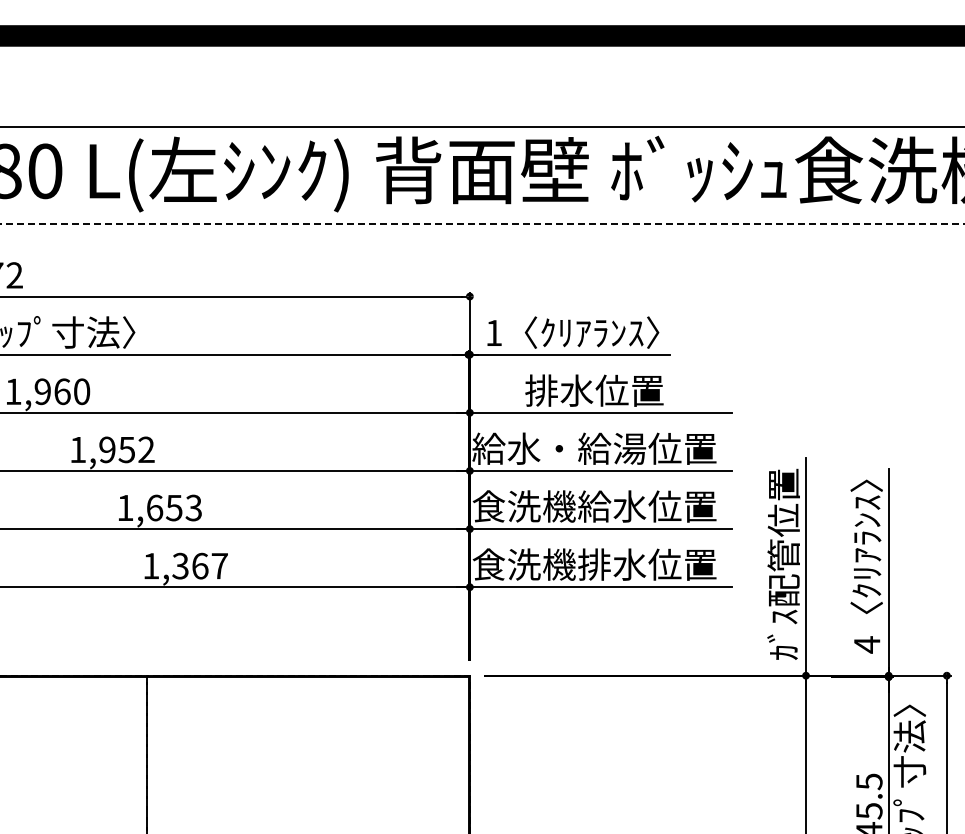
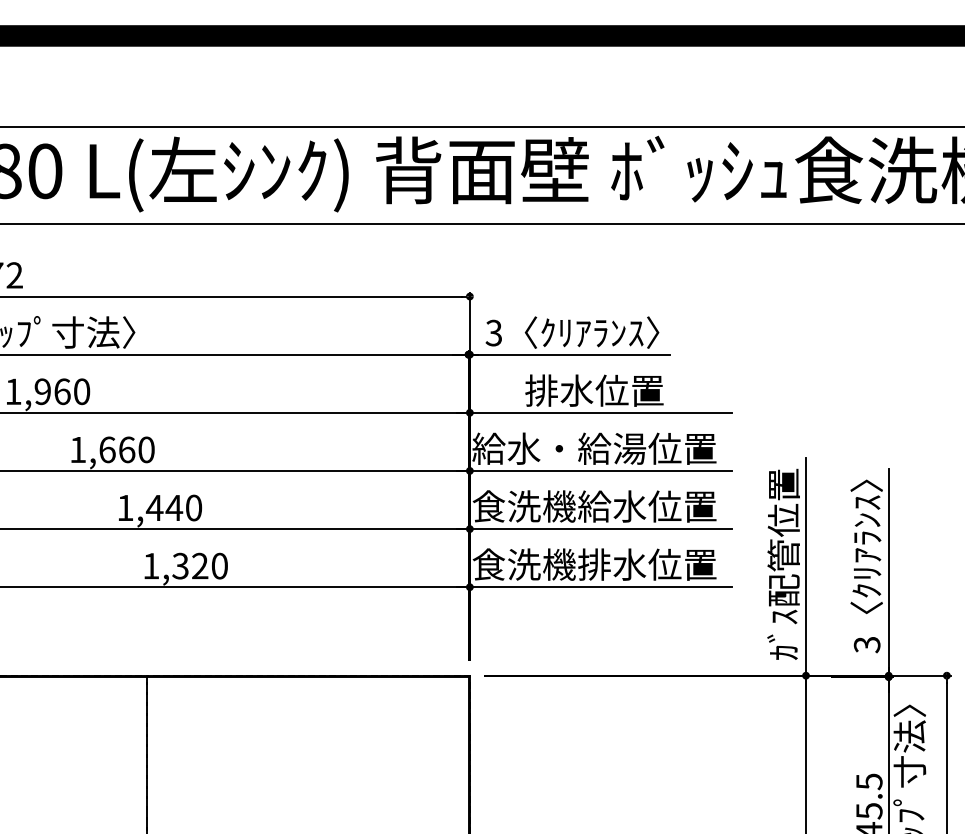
line at (482, 223): dashed -> solid
text at (493, 332): 1 -> 3
text at (126, 449): 1,952 -> 1,660
text at (173, 507): 1,653 -> 1,440
text at (209, 565): 1,367 -> 1,320
text at (866, 644): 4 -> 3
